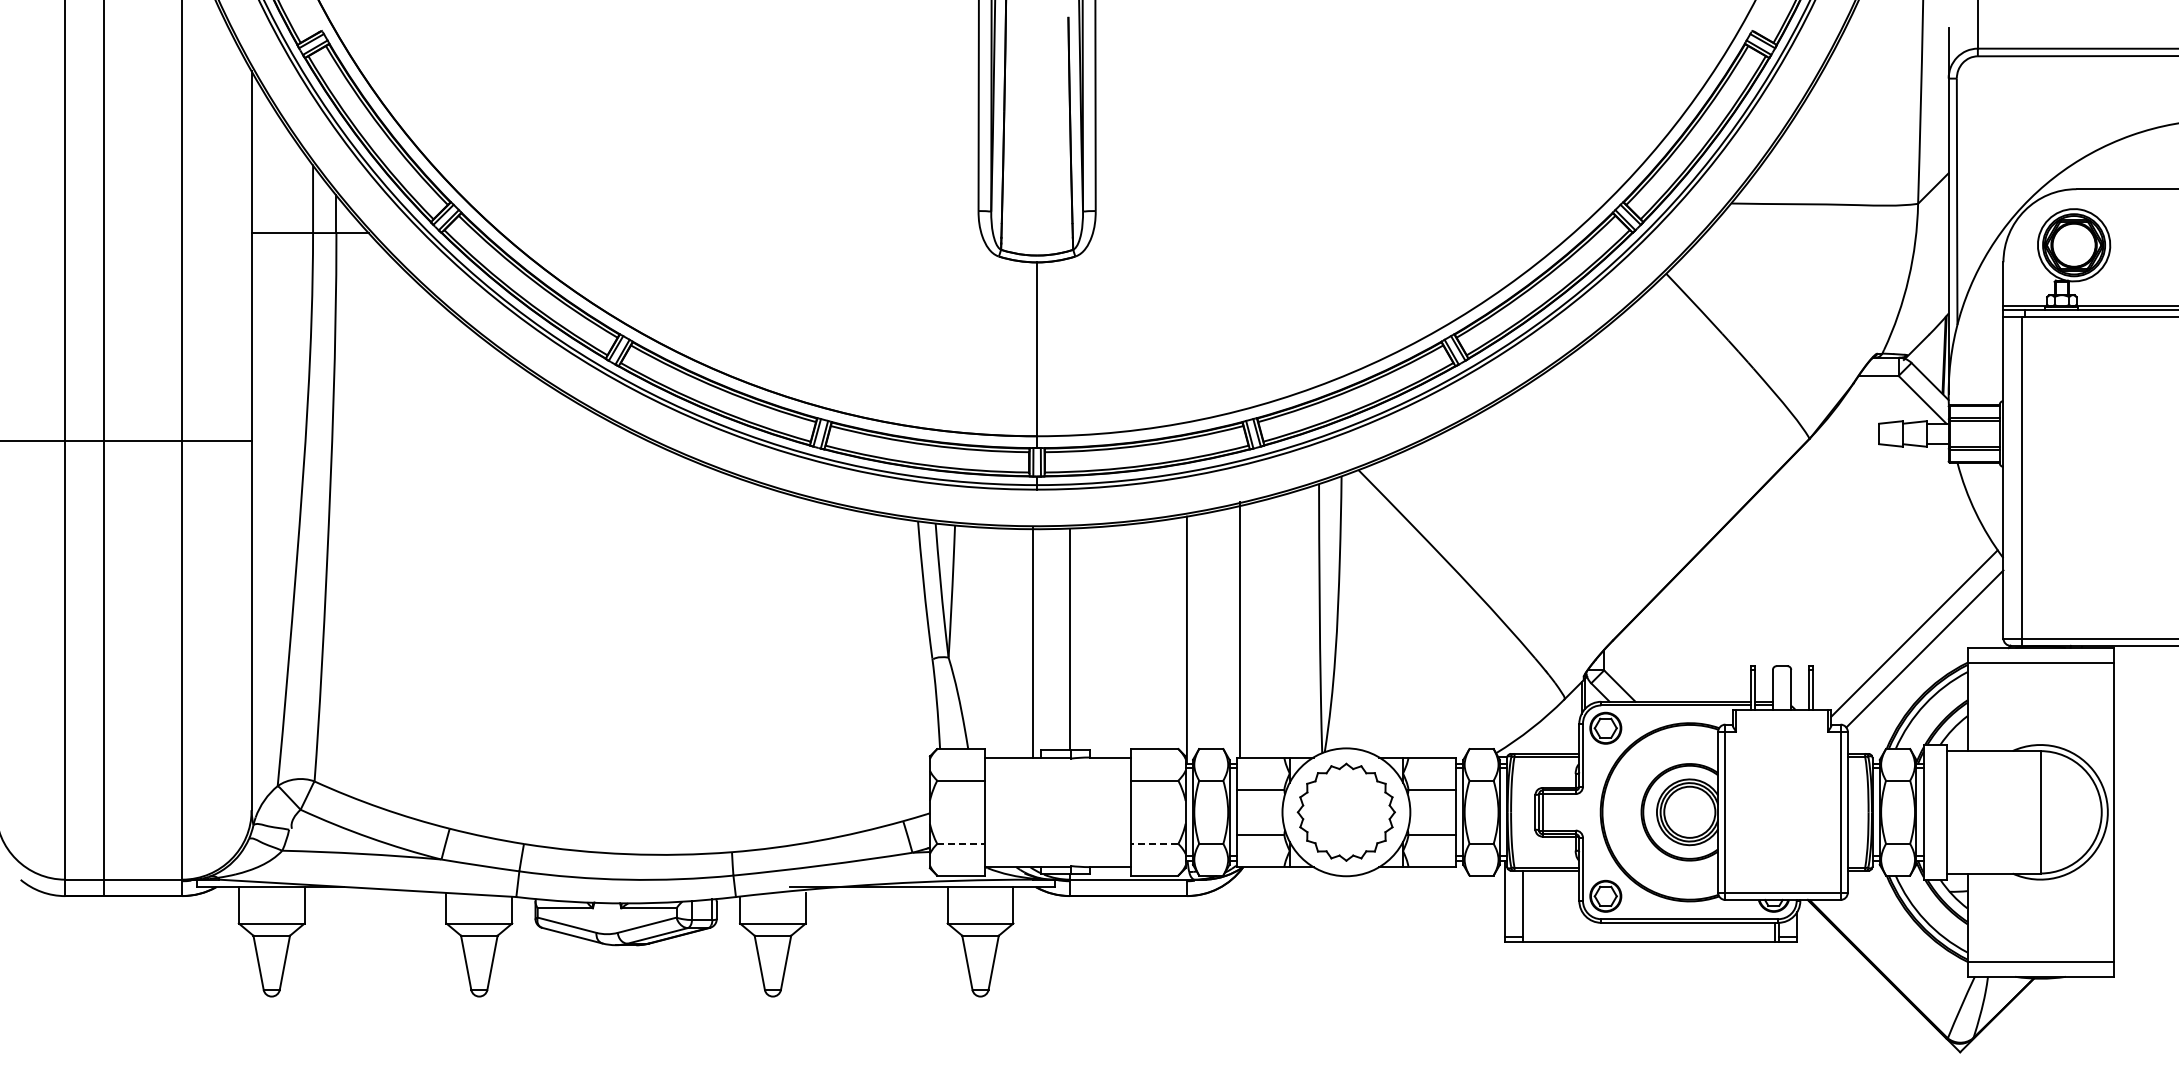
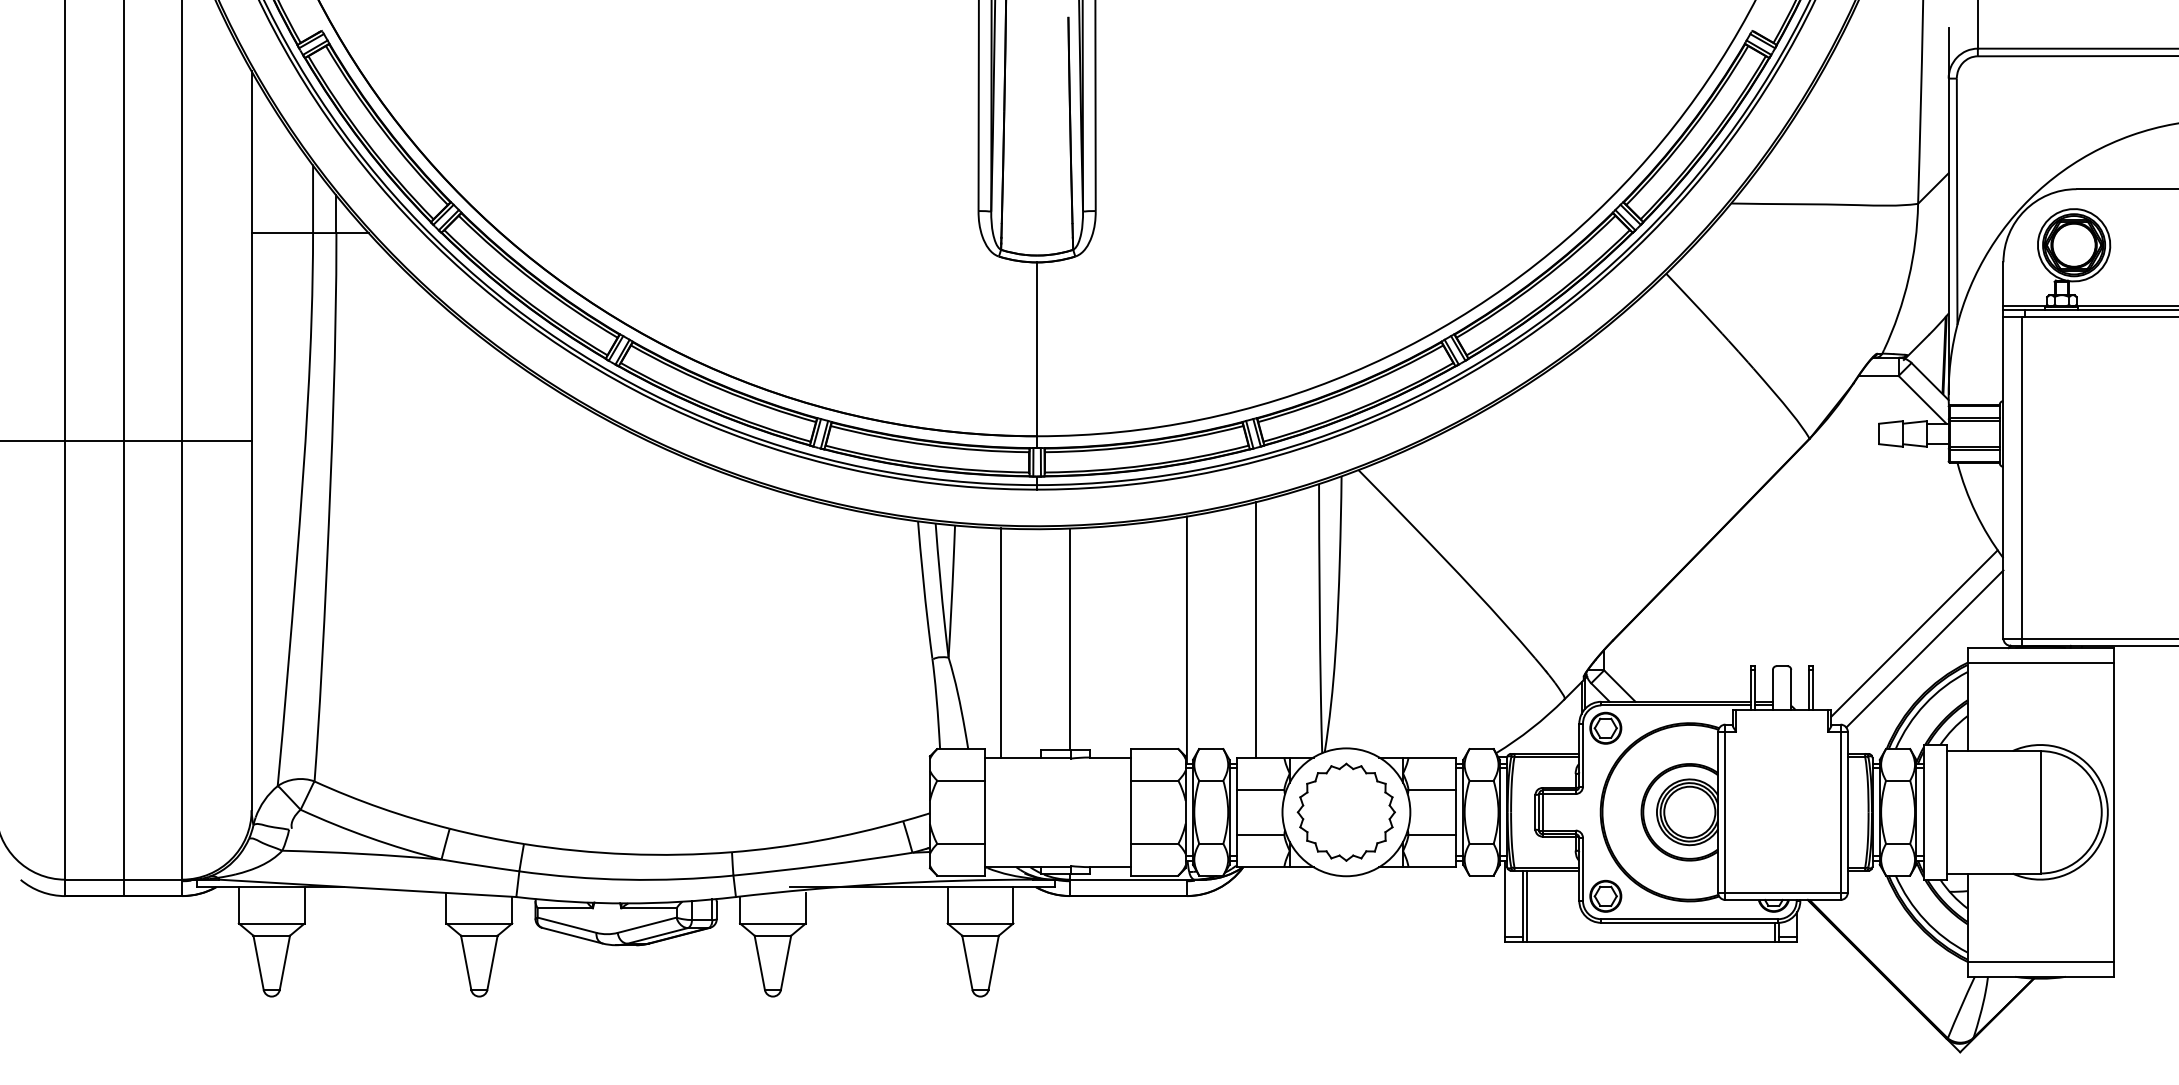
line at (103, 449) position: (103, 449) -> (123, 449)
line at (1240, 629) position: (1240, 629) -> (1256, 629)
line at (1032, 642) position: (1032, 642) -> (1000, 642)
line at (961, 843): dashed -> solid
line at (1154, 843): dashed -> solid
line at (1526, 905): none -> present
